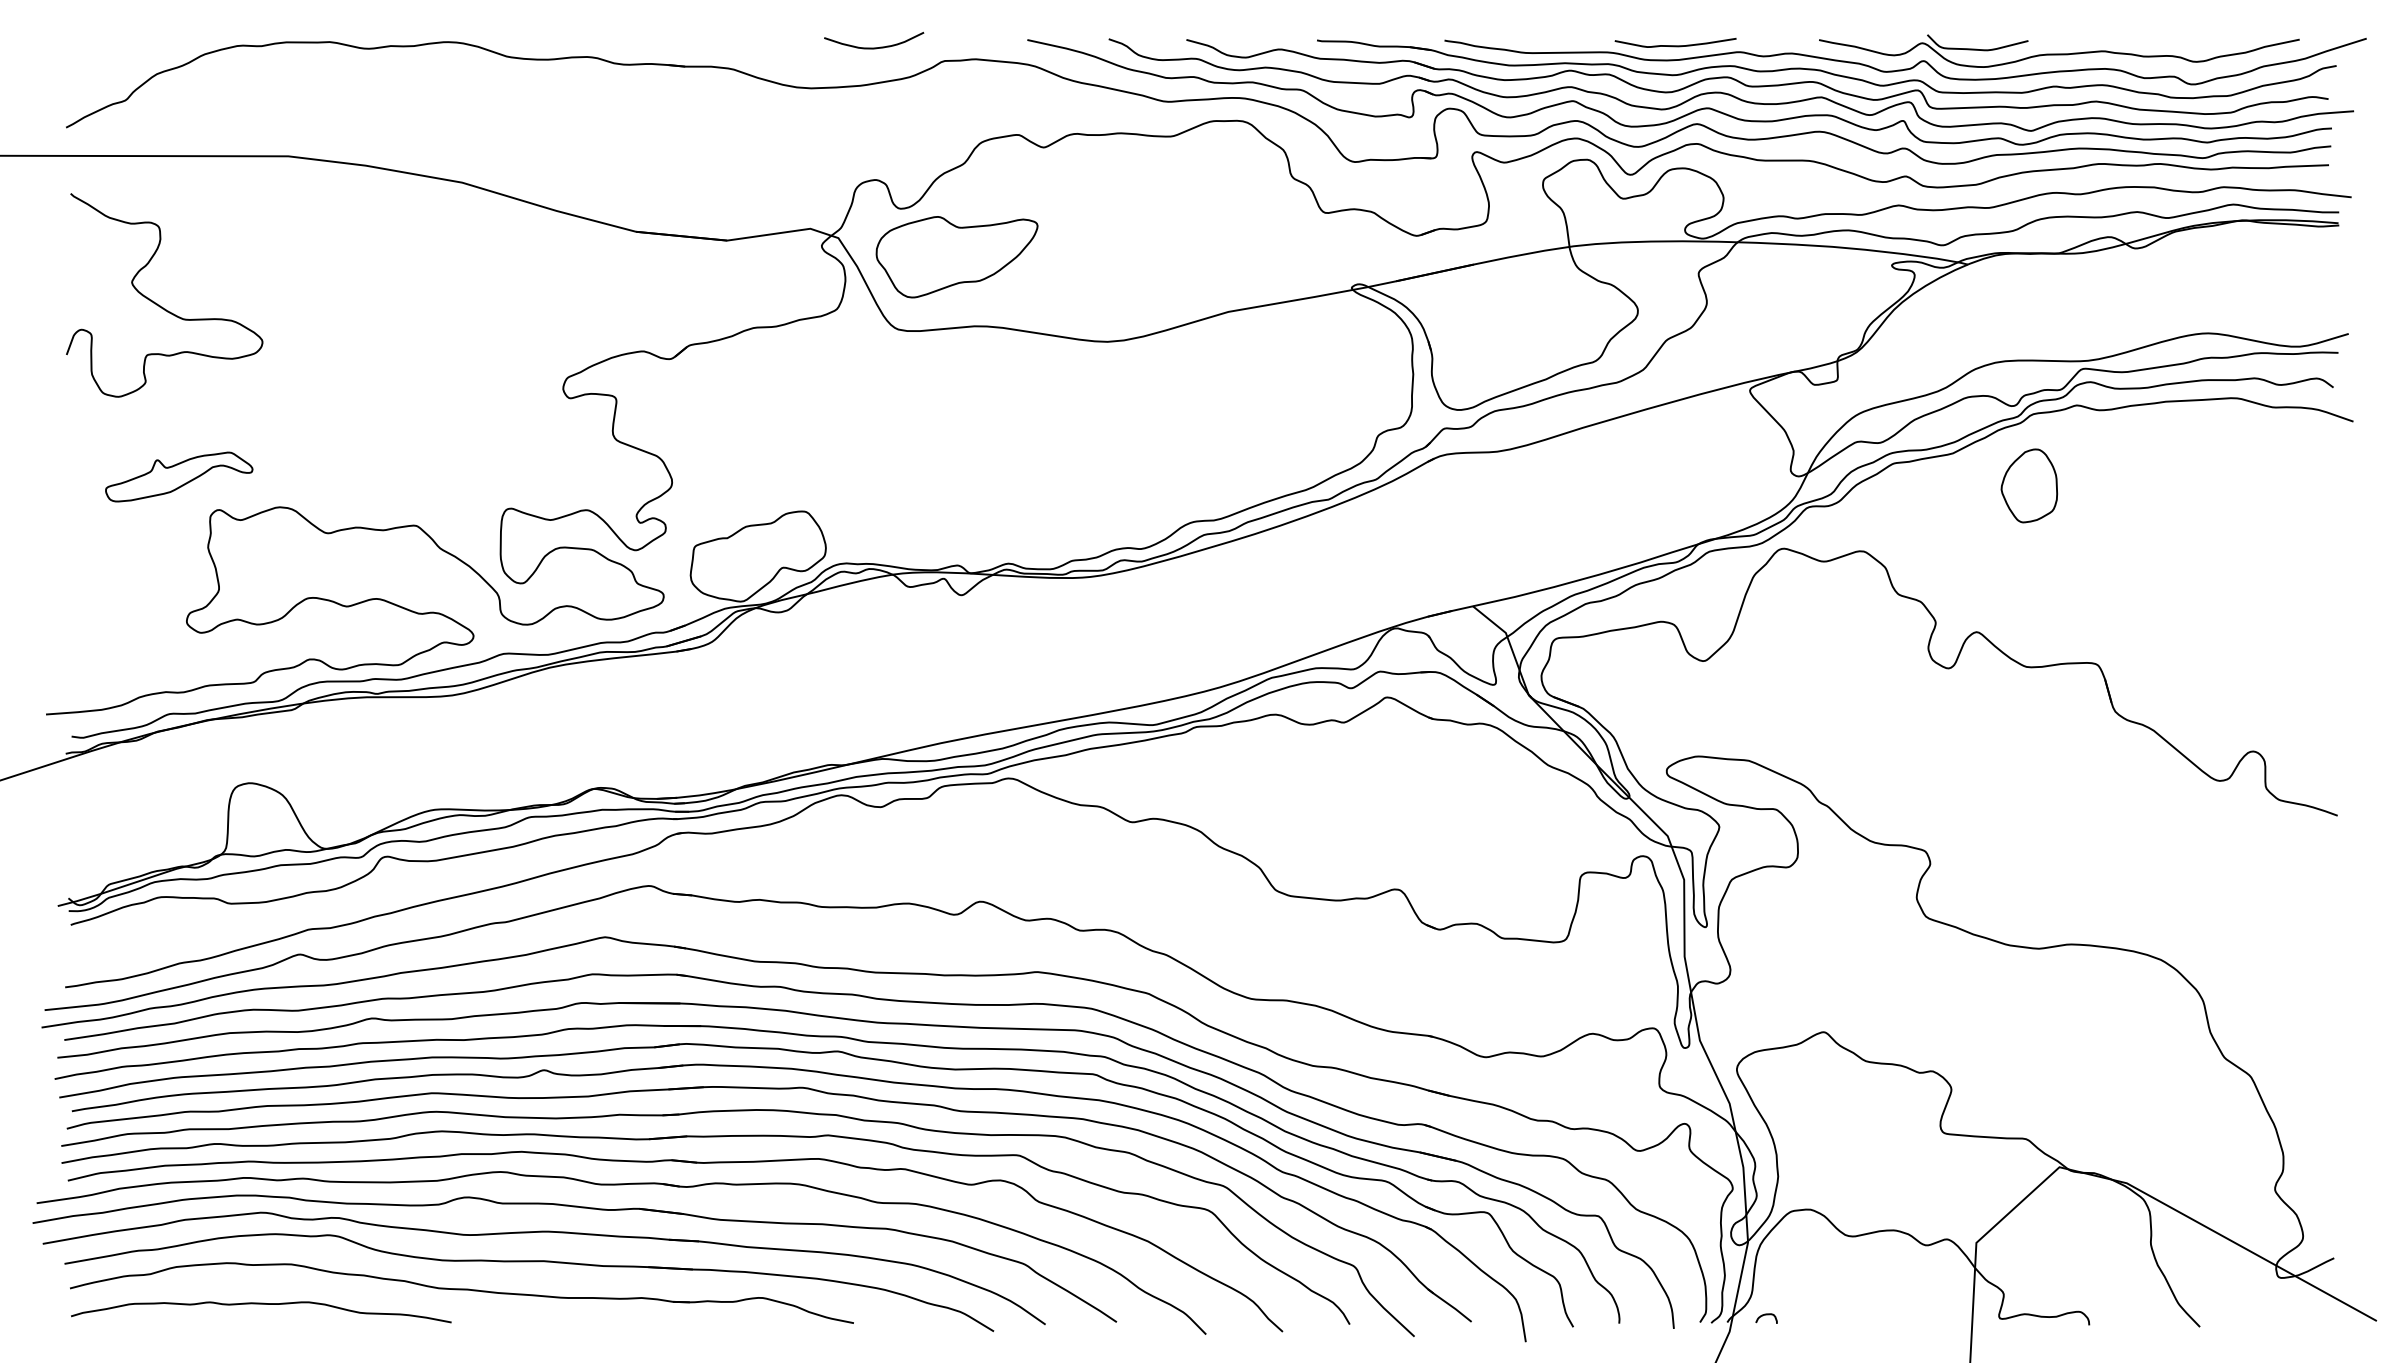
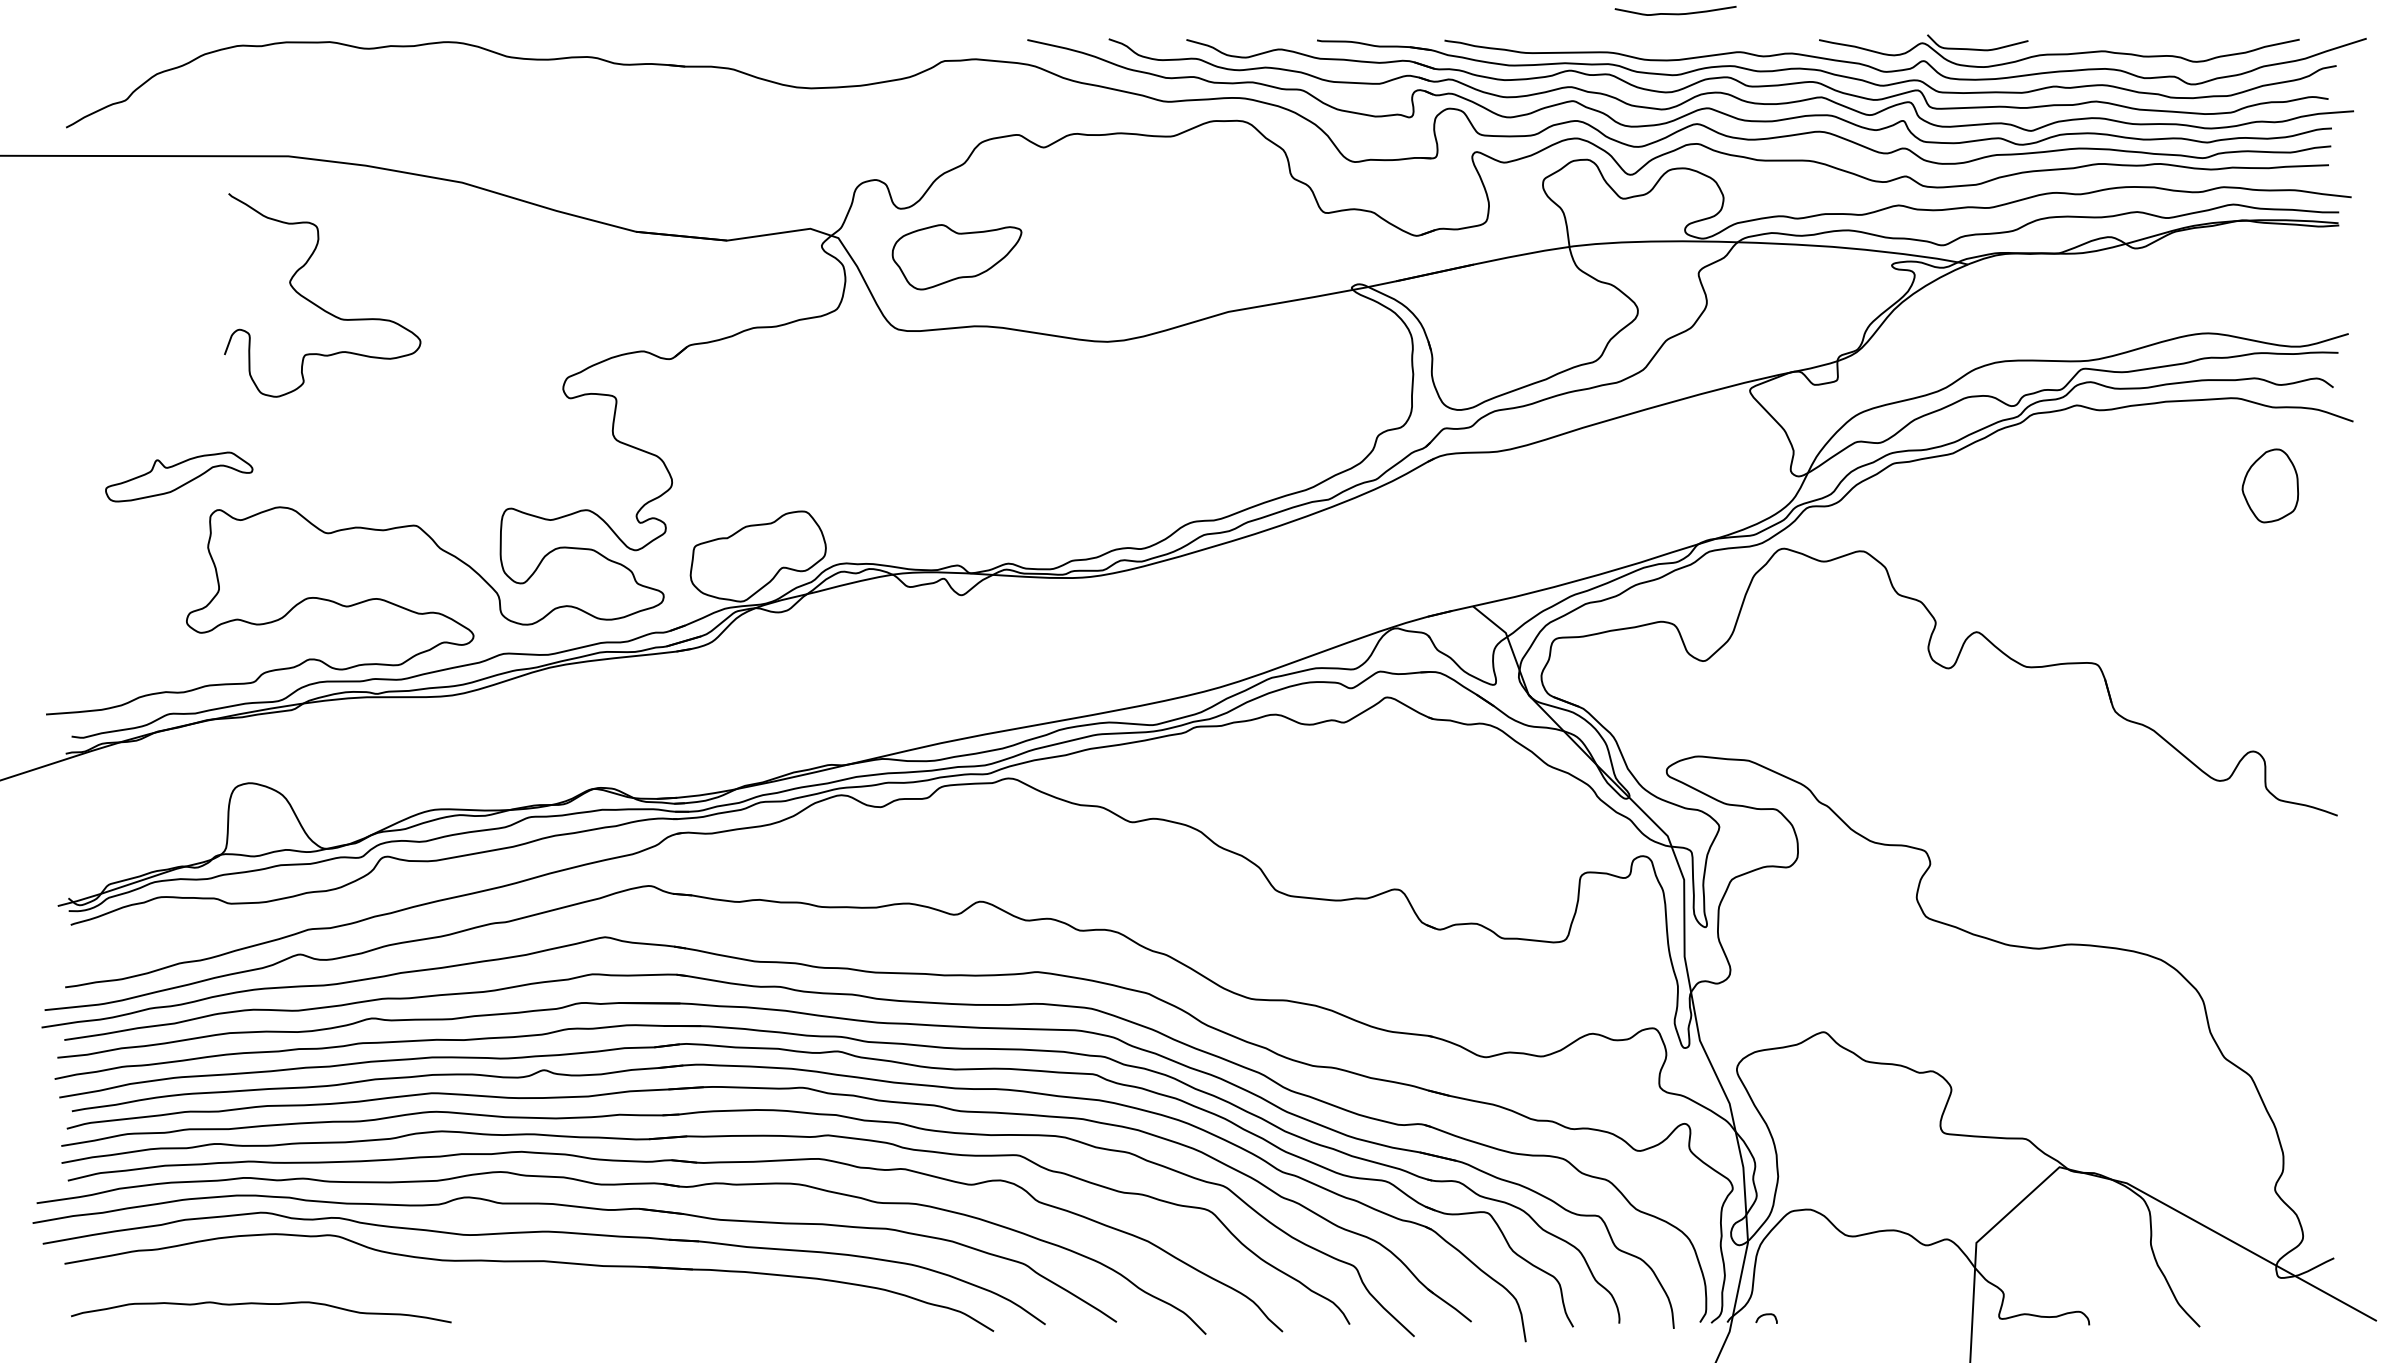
curve at (1675, 45) position: (1675, 45) -> (1675, 13)
curve at (874, 47): present -> none
part at (956, 257) size: 164x83 px -> 132x67 px
curve at (157, 303) position: (157, 303) -> (315, 303)
part at (2029, 485) position: (2029, 485) -> (2270, 485)
part at (461, 1292): present -> none
